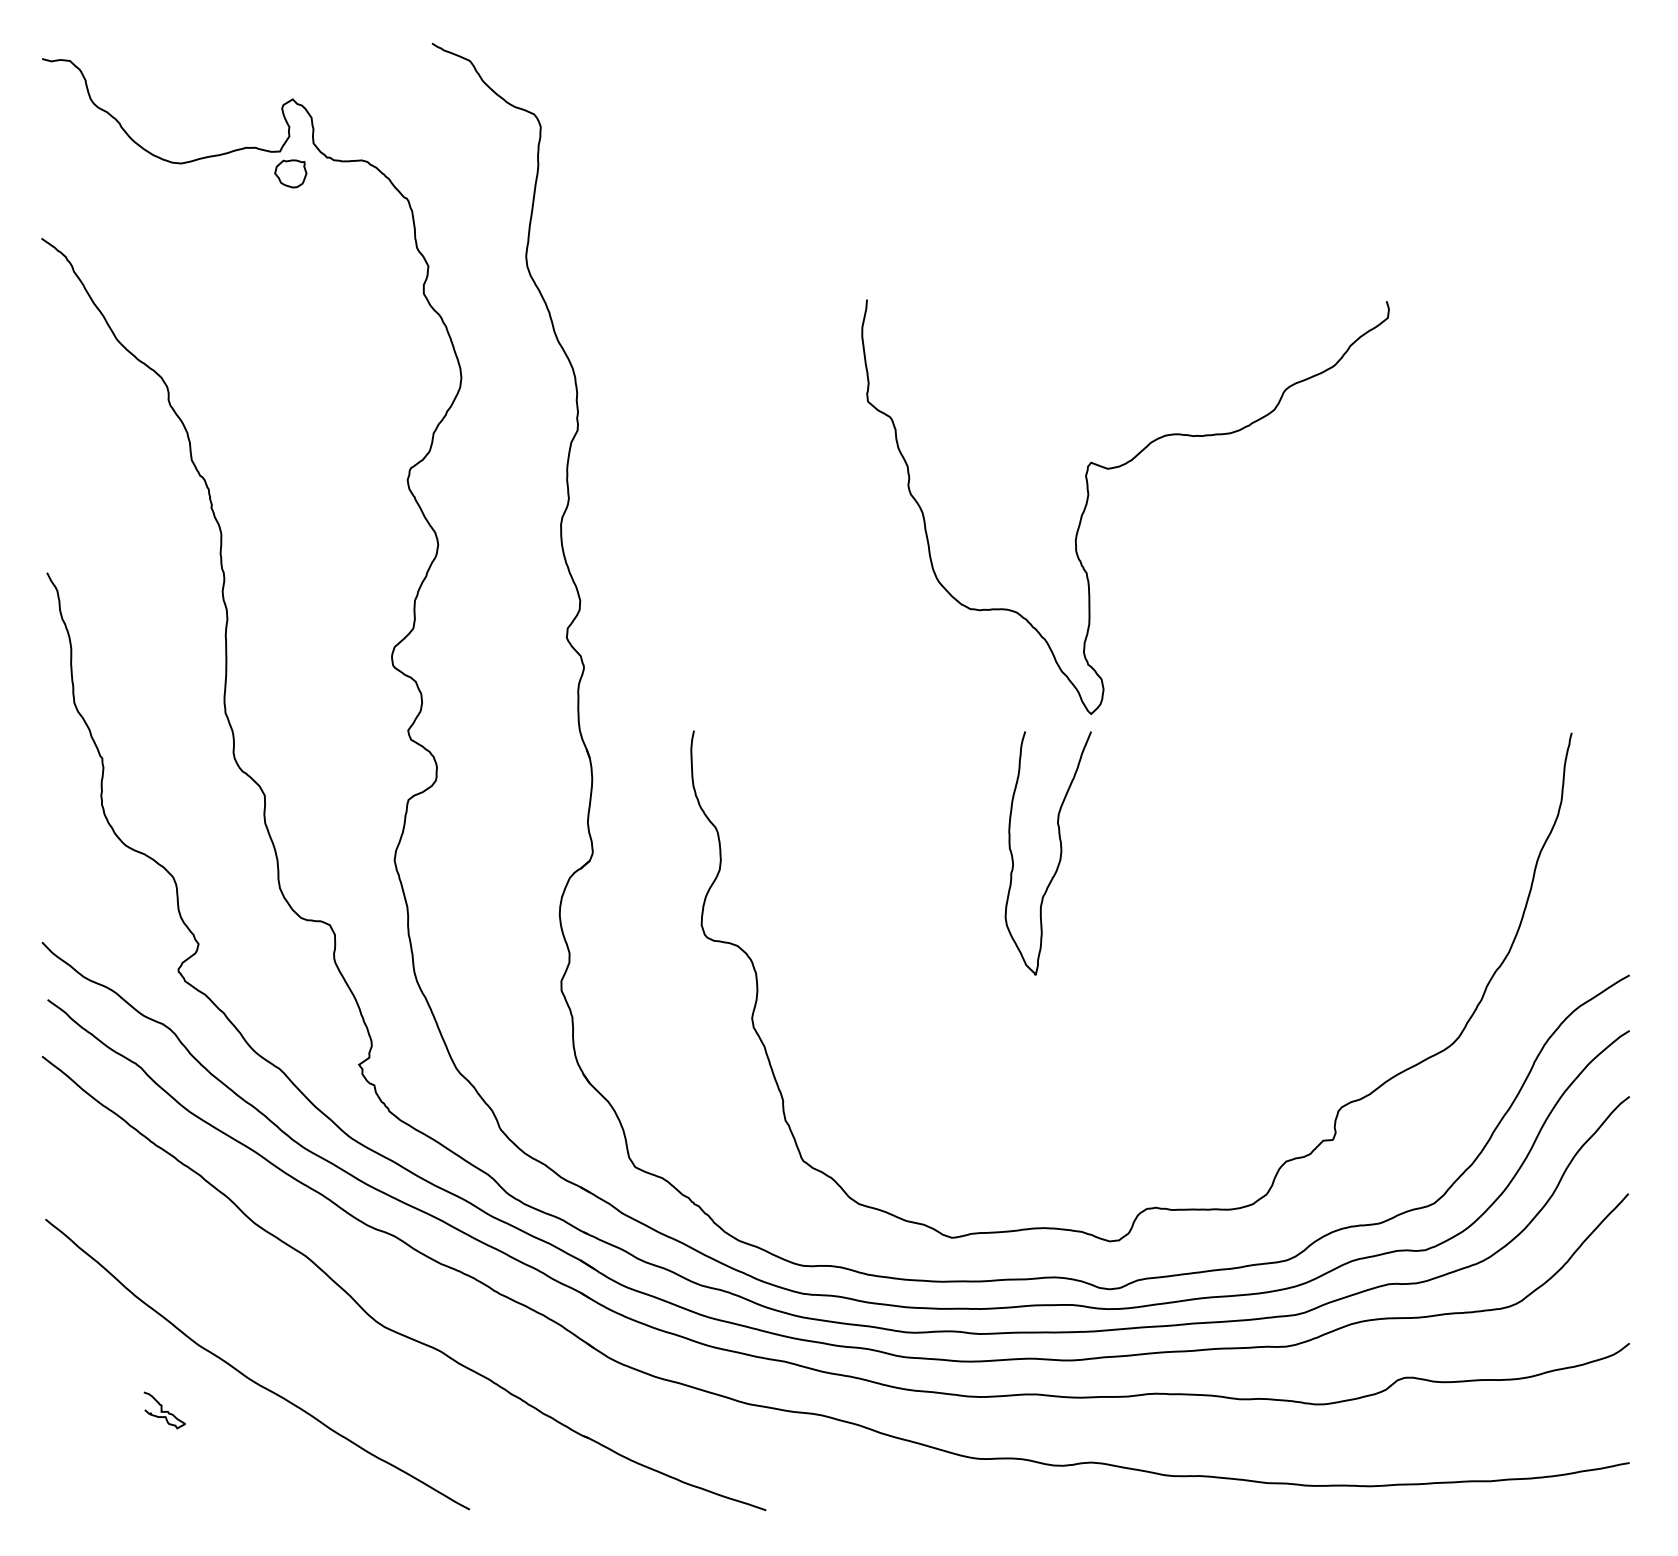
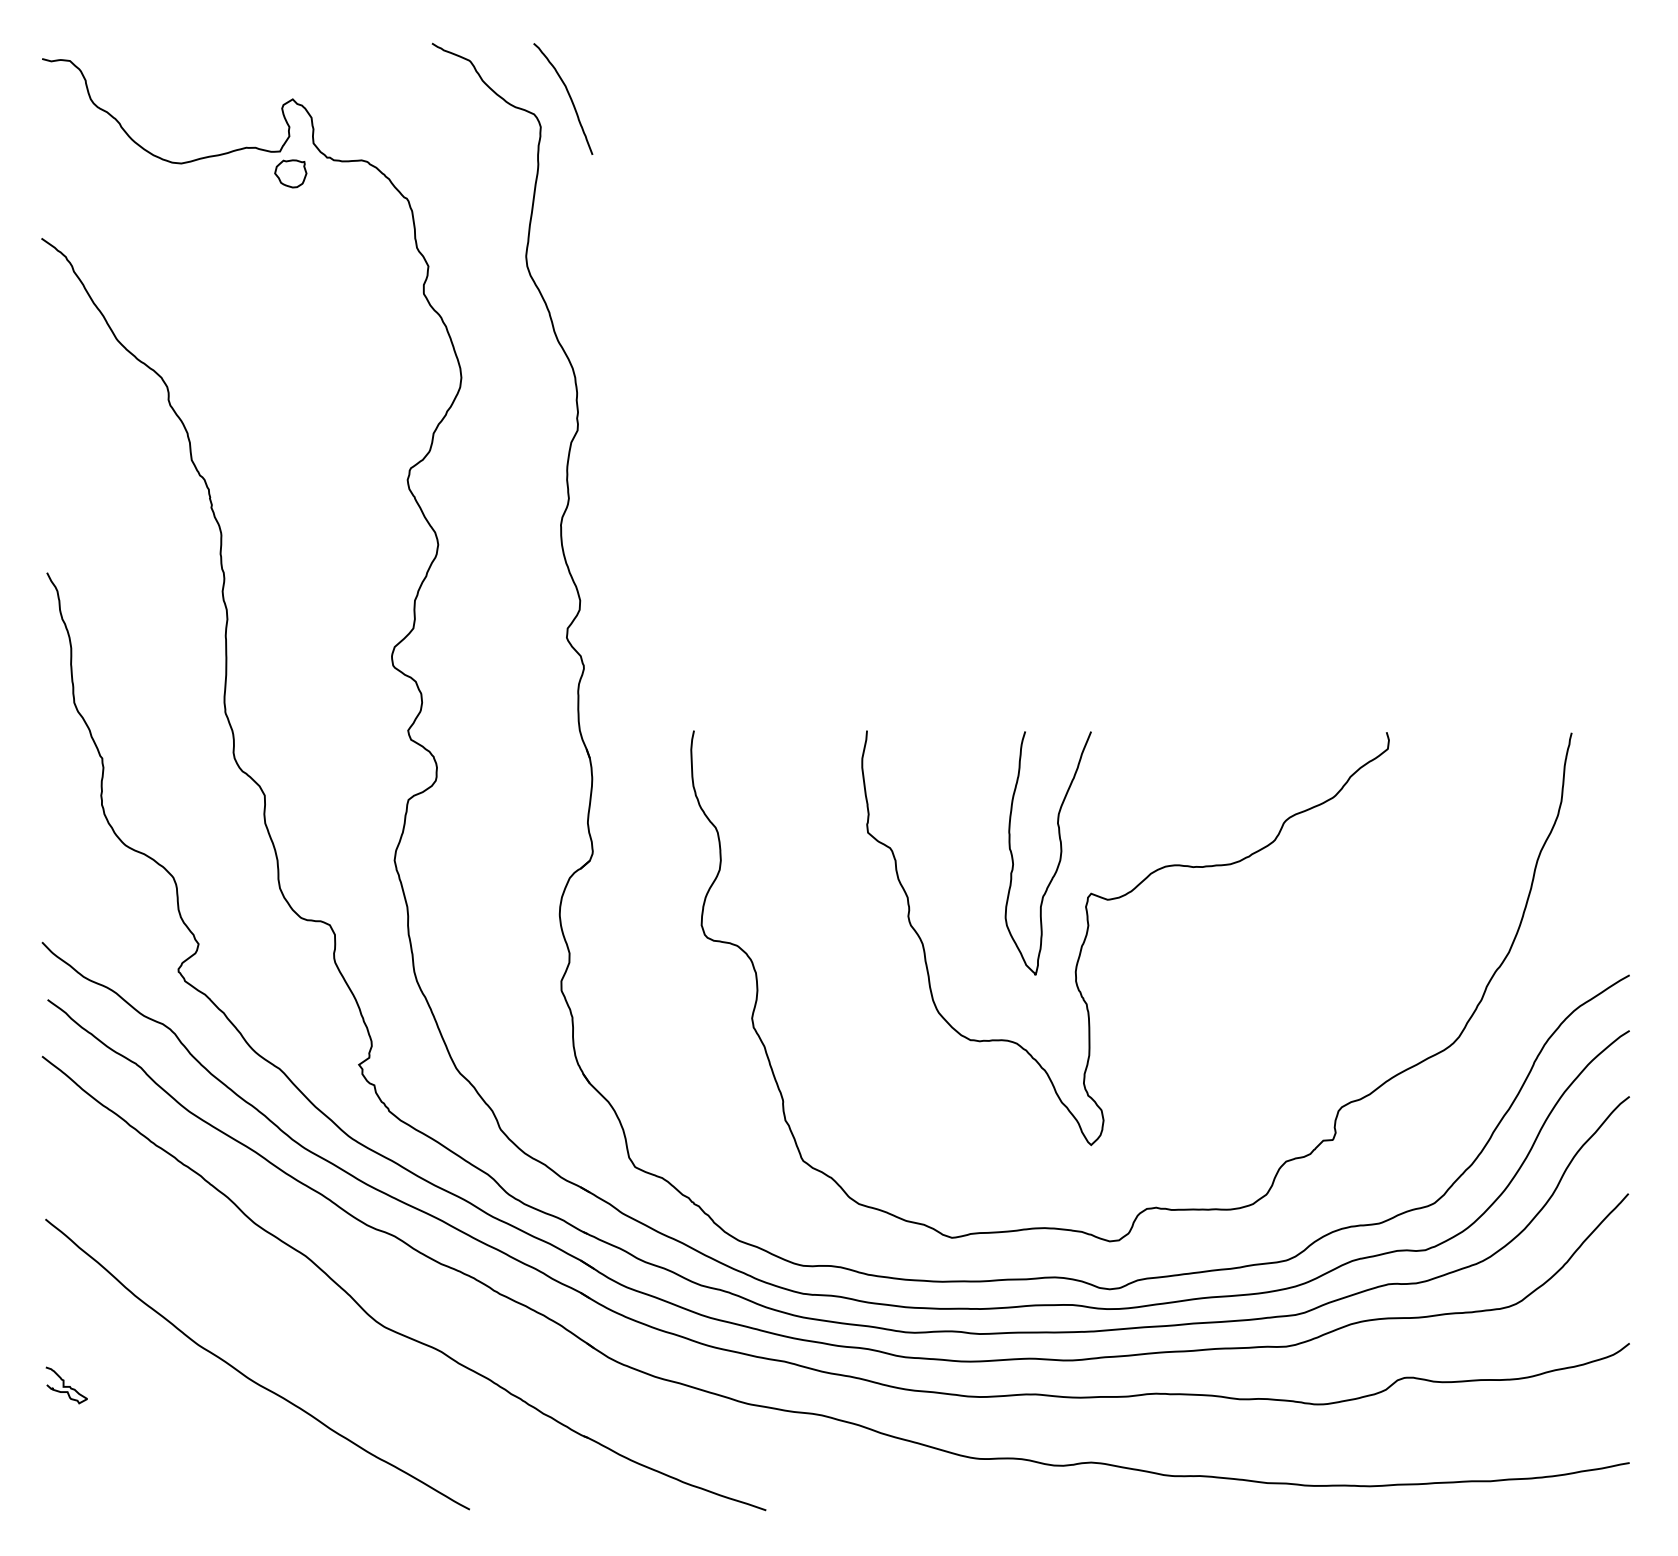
curve at (568, 95): none -> present
curve at (1088, 500) position: (1088, 500) -> (1088, 931)
curve at (164, 1411) position: (164, 1411) -> (66, 1386)
